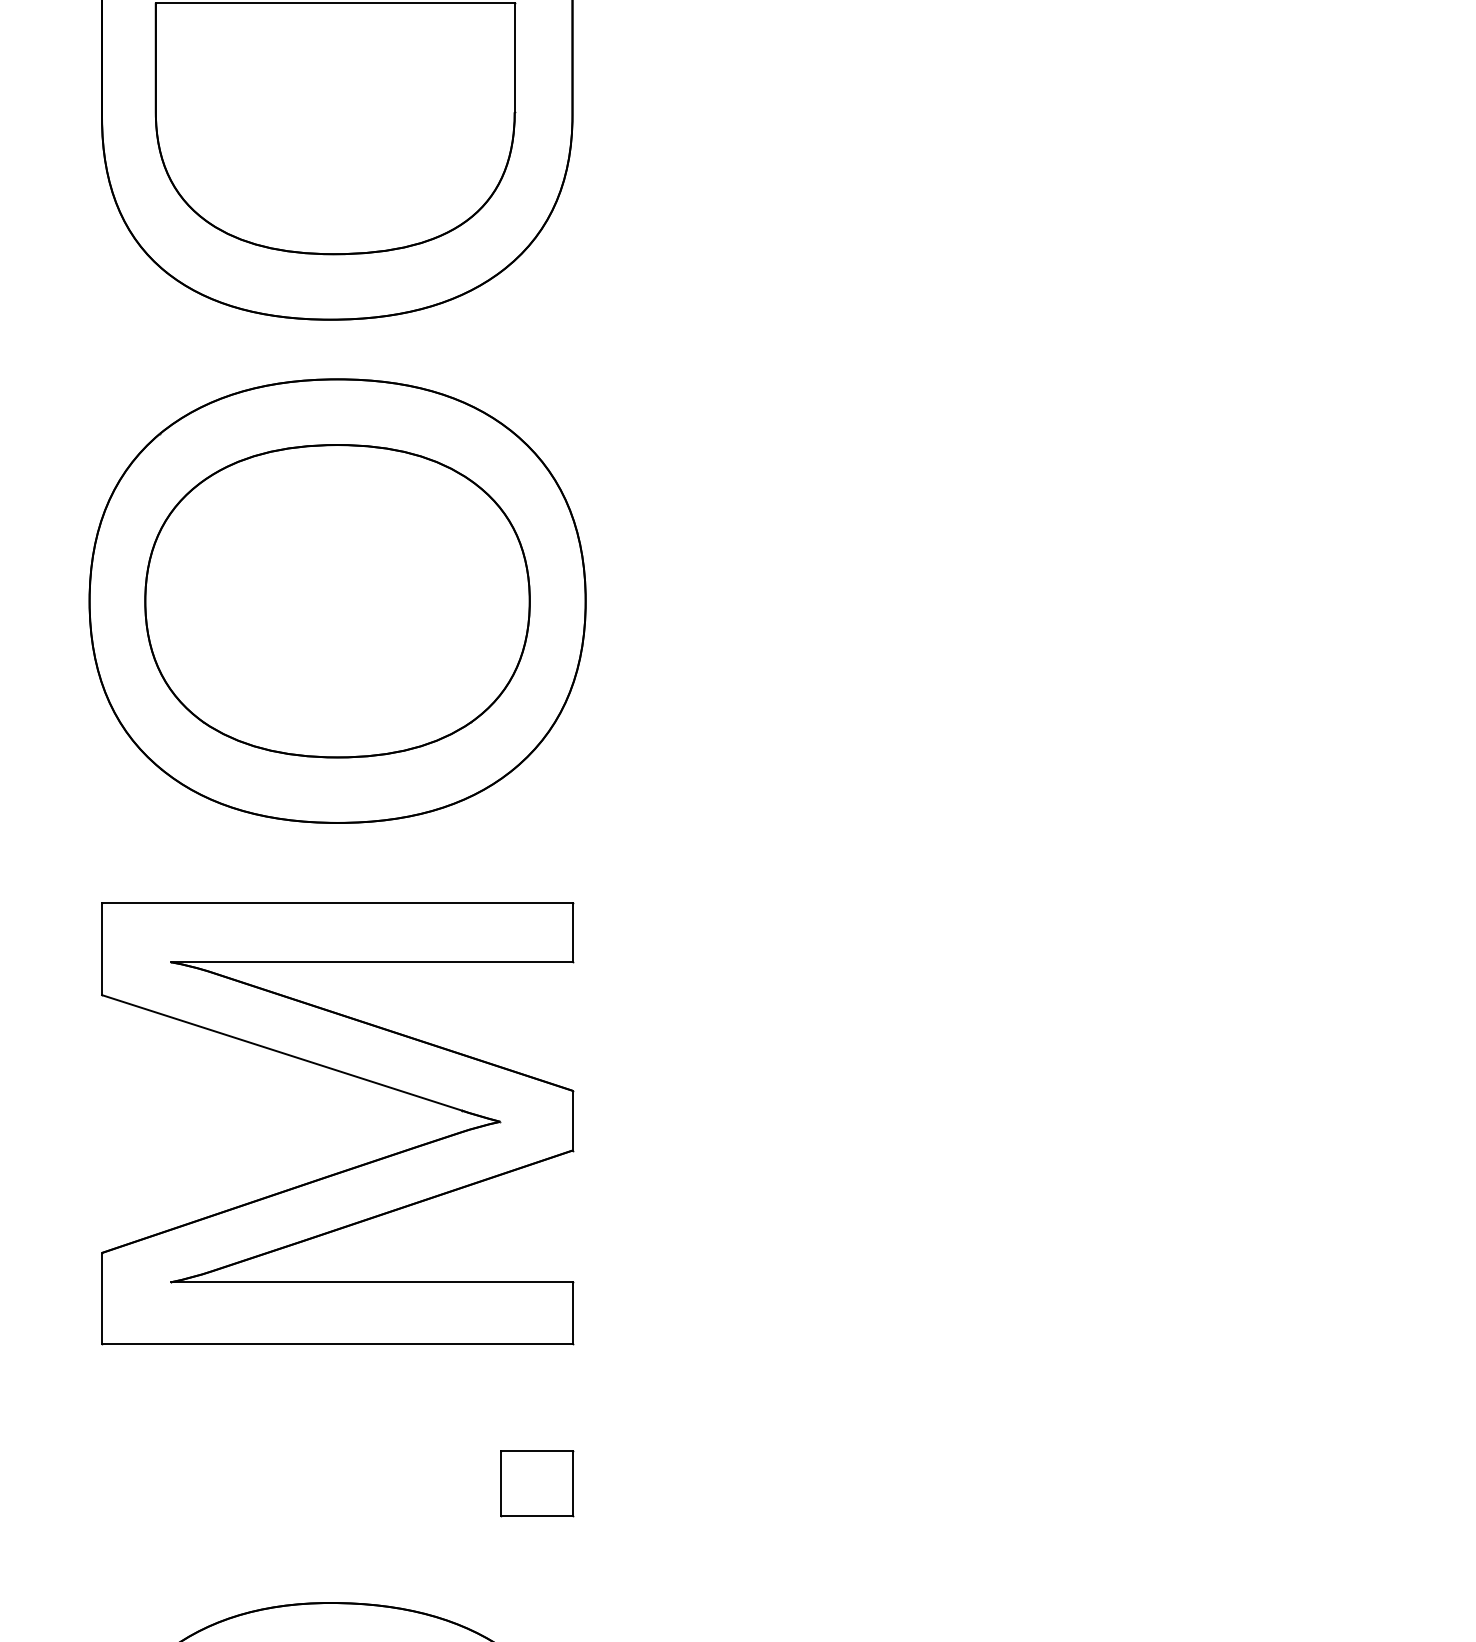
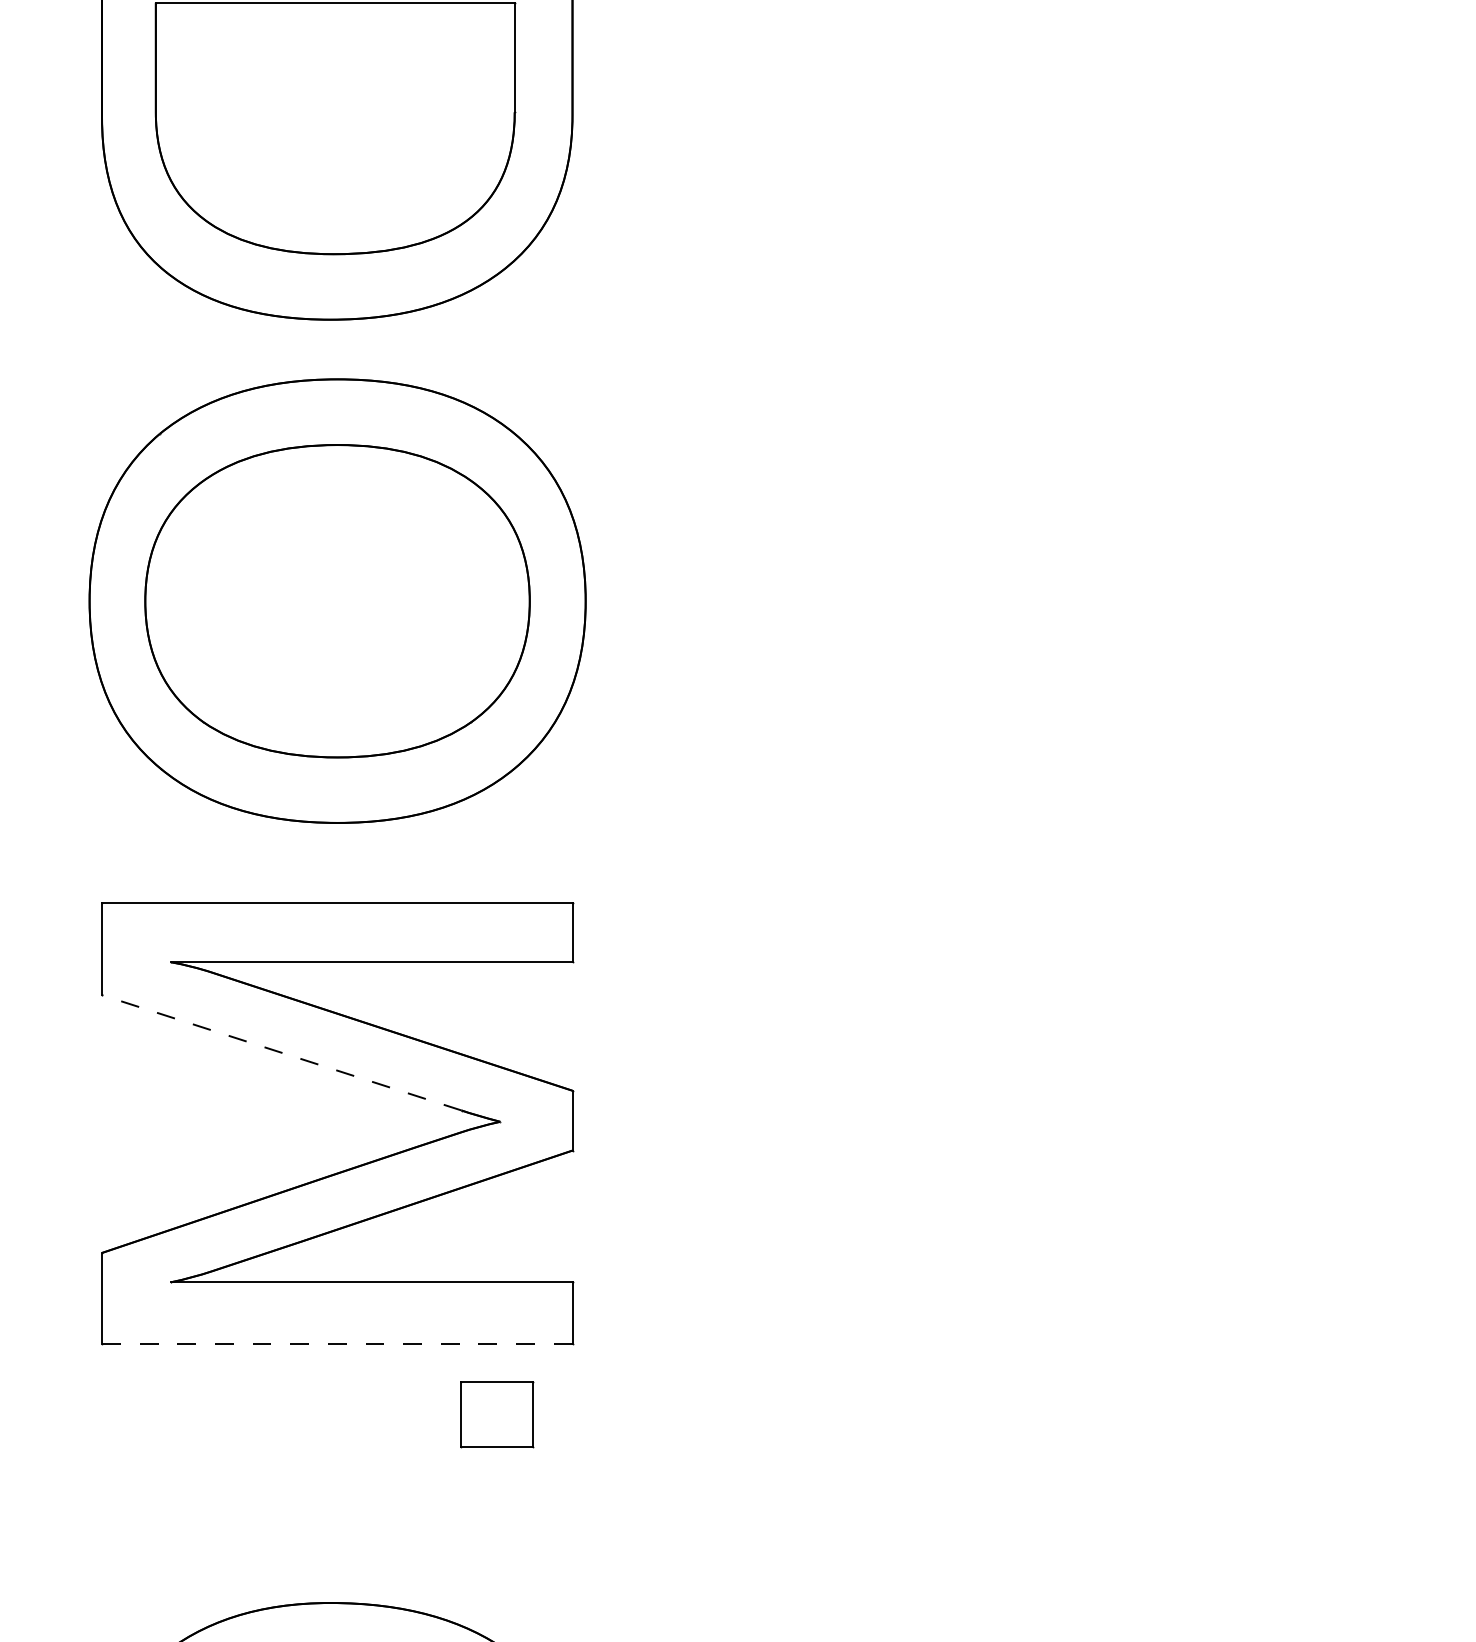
line at (281, 1052): solid -> dashed
line at (336, 1344): solid -> dashed
part at (537, 1483) position: (537, 1483) -> (497, 1414)
